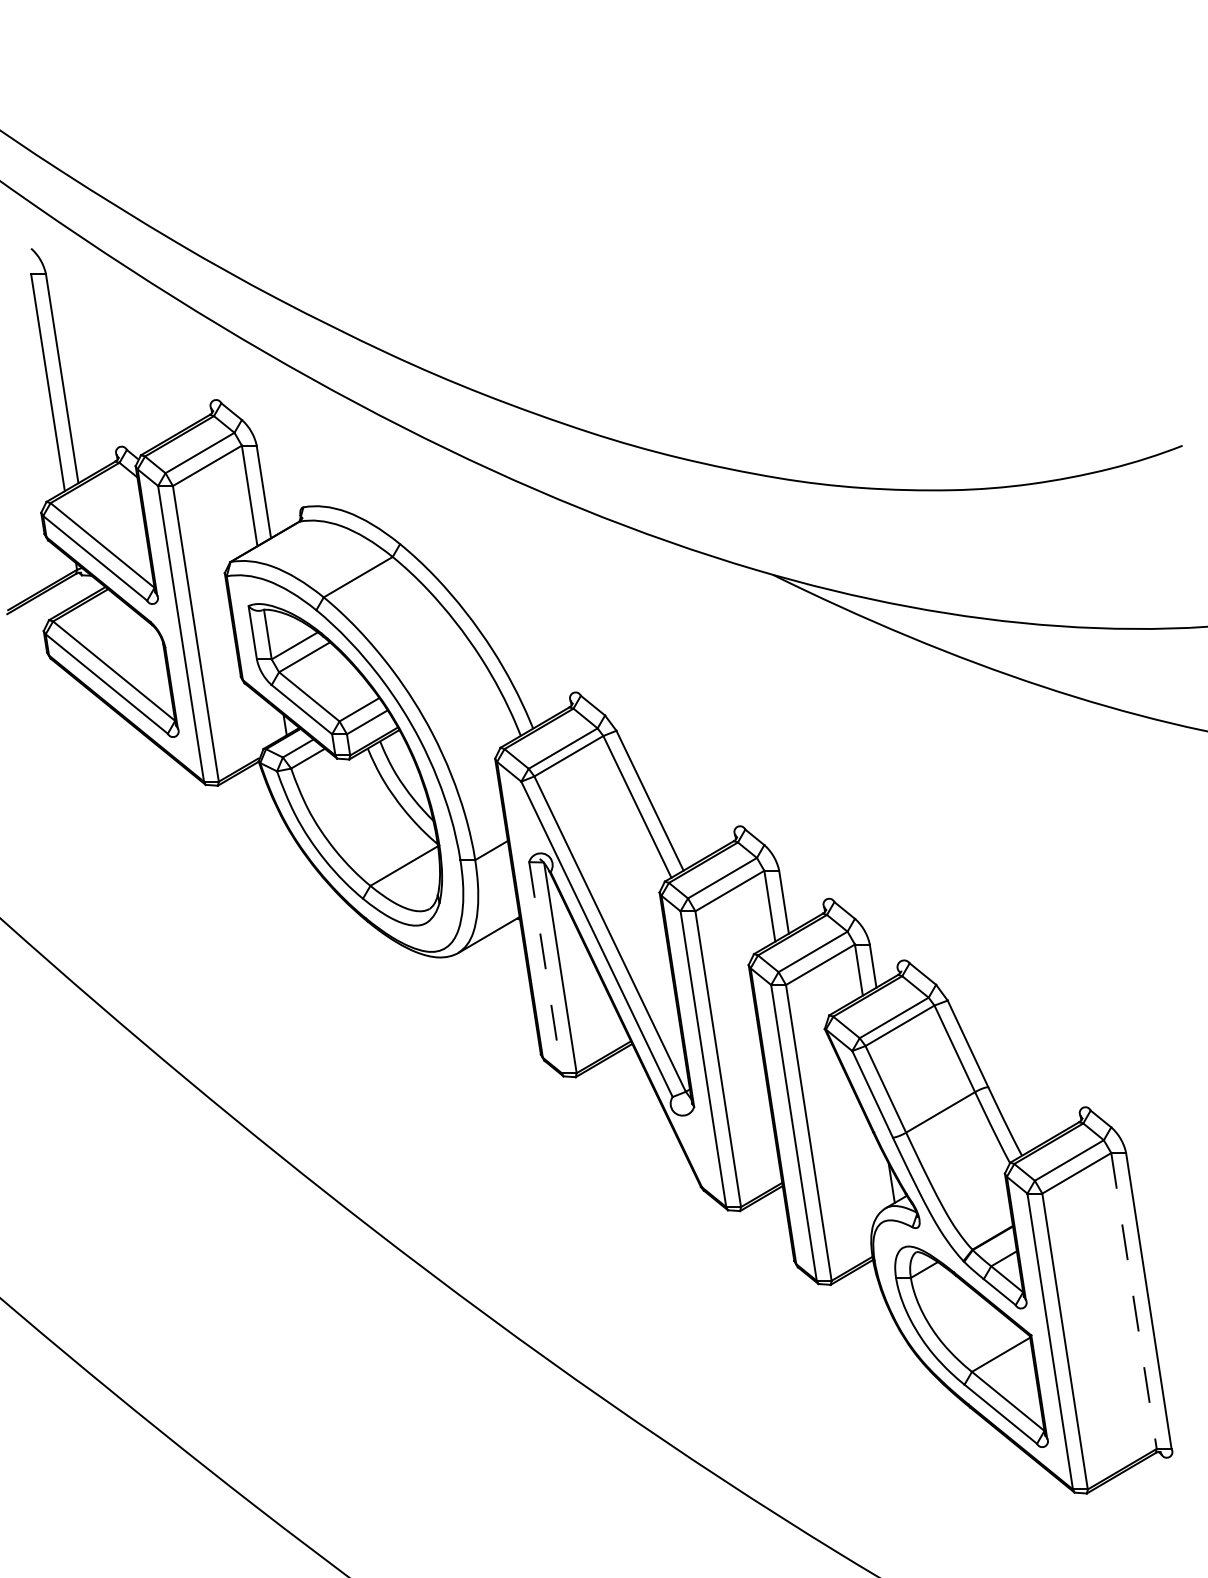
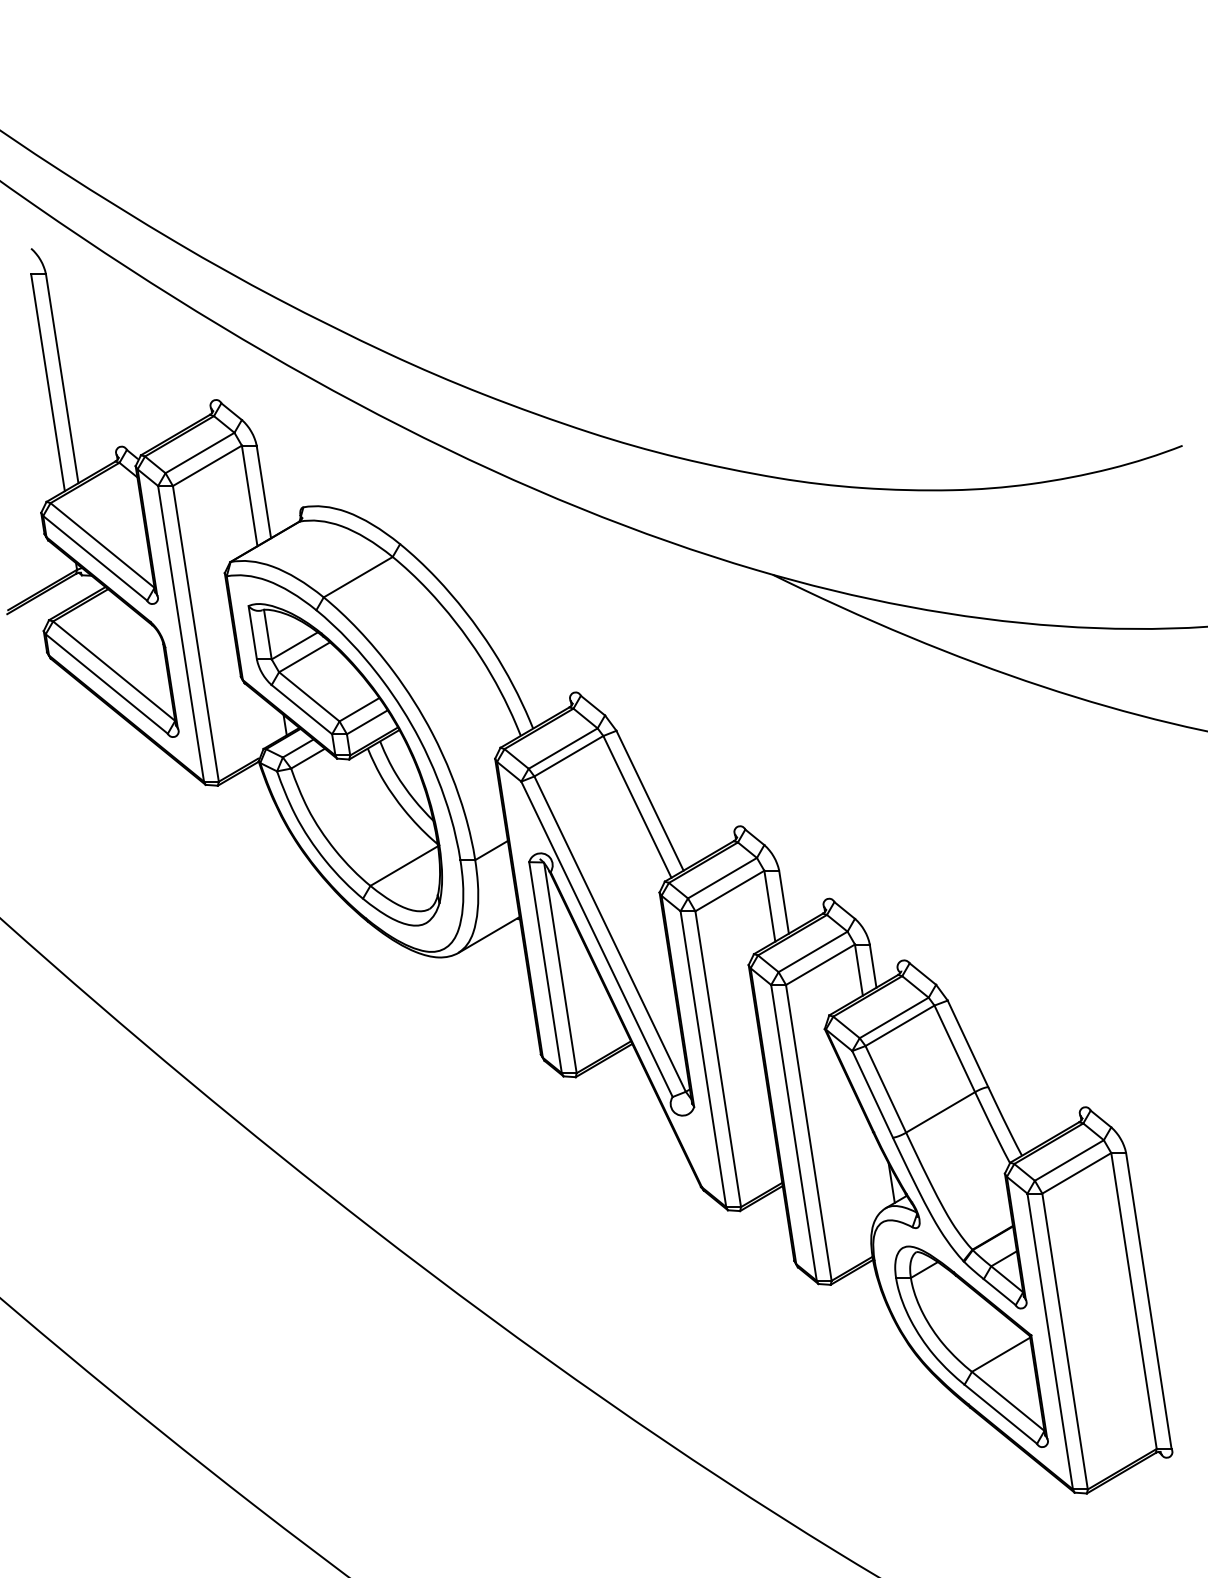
line at (545, 967): dashed -> solid
line at (1134, 1301): dashed -> solid
